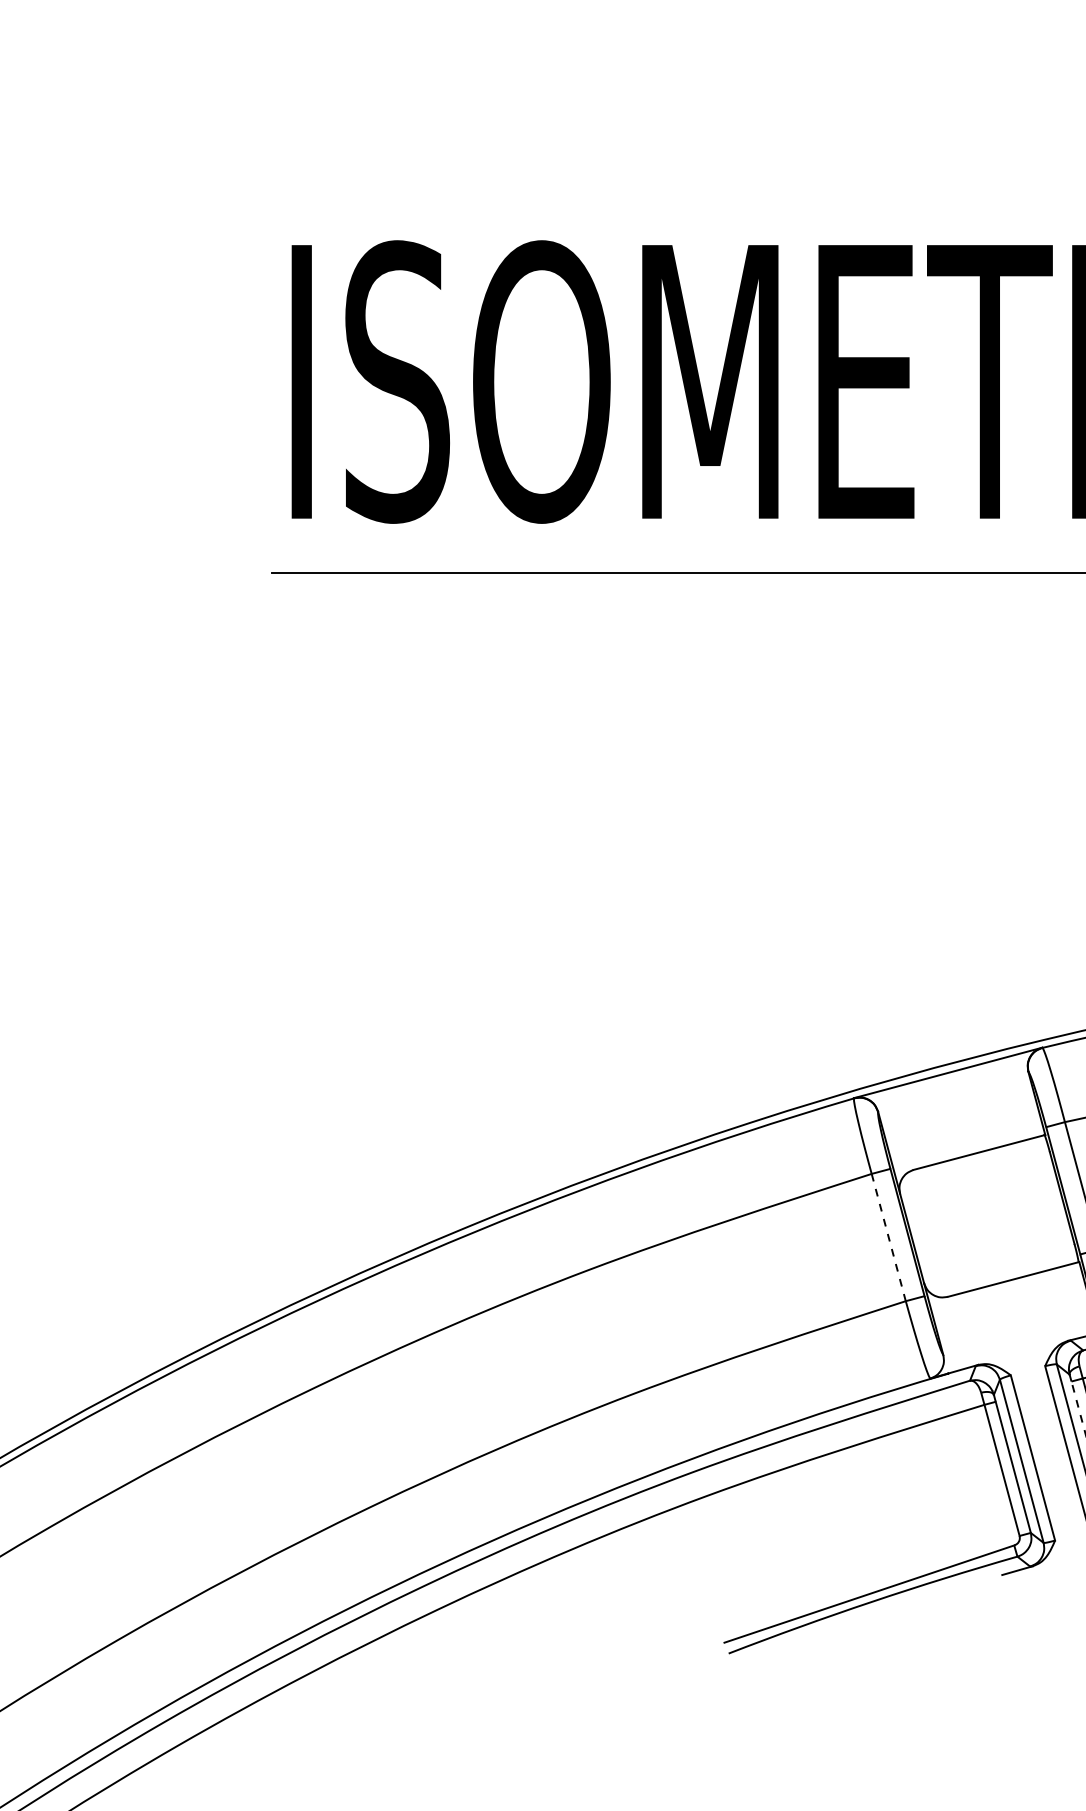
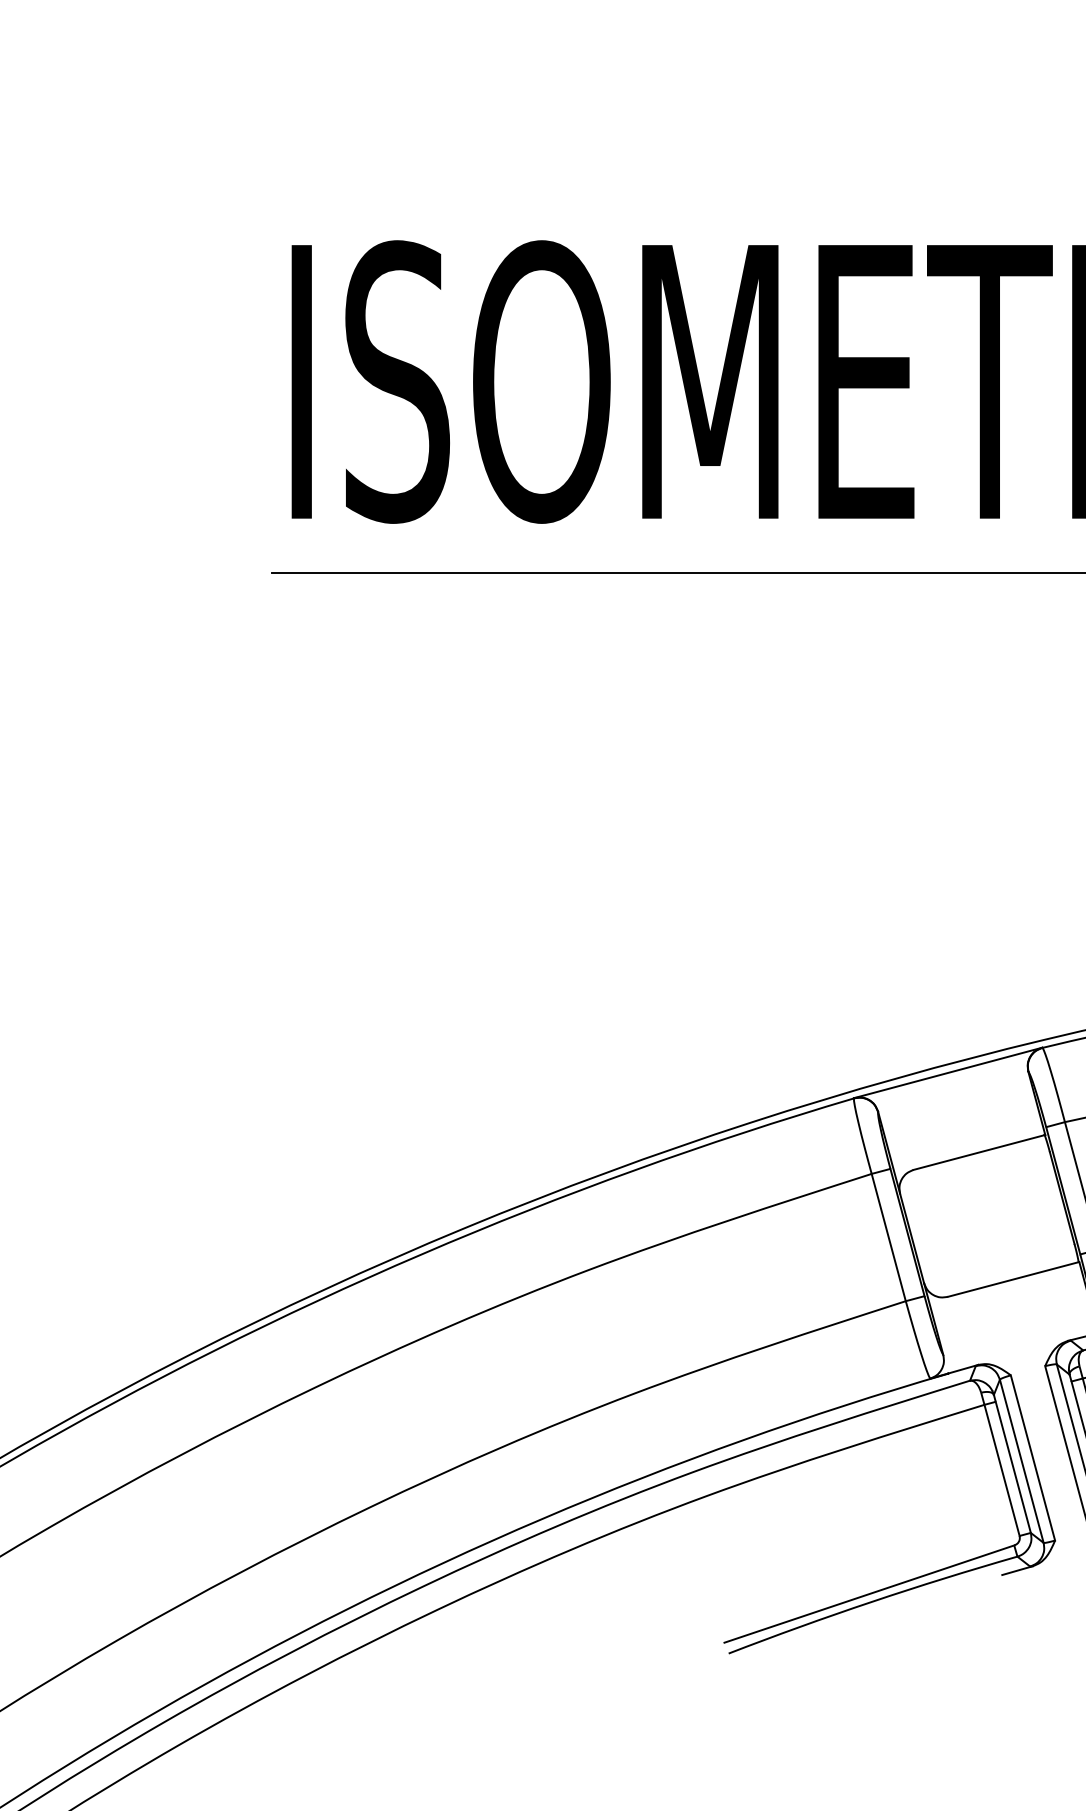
line at (888, 1237): dashed -> solid
line at (1078, 1408): dashed -> solid
